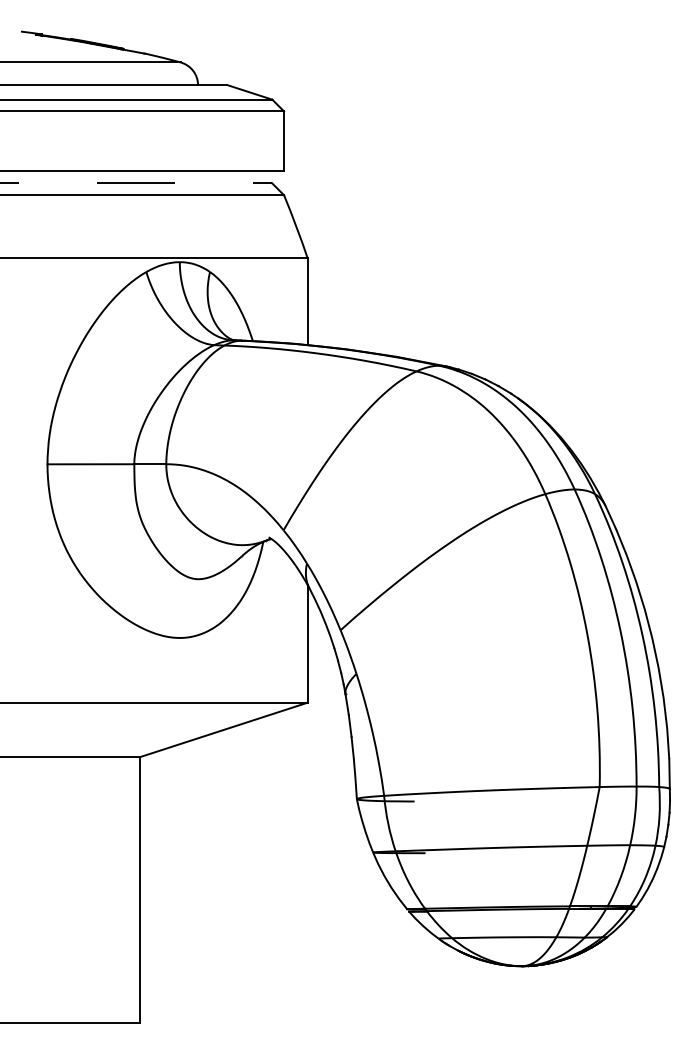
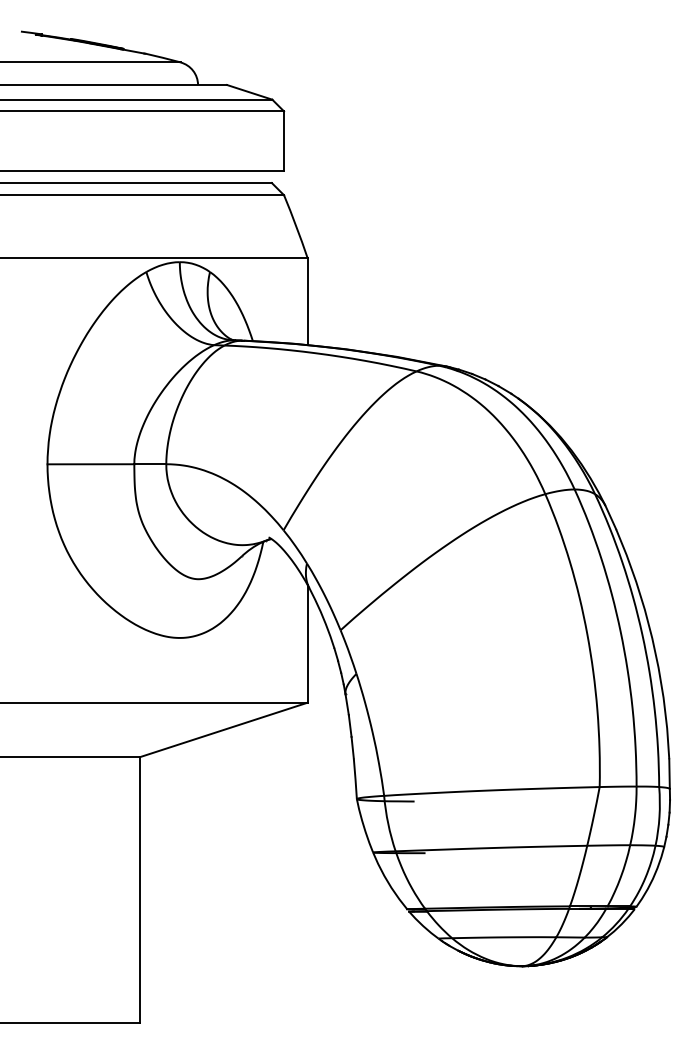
line at (135, 183): dashed -> solid
